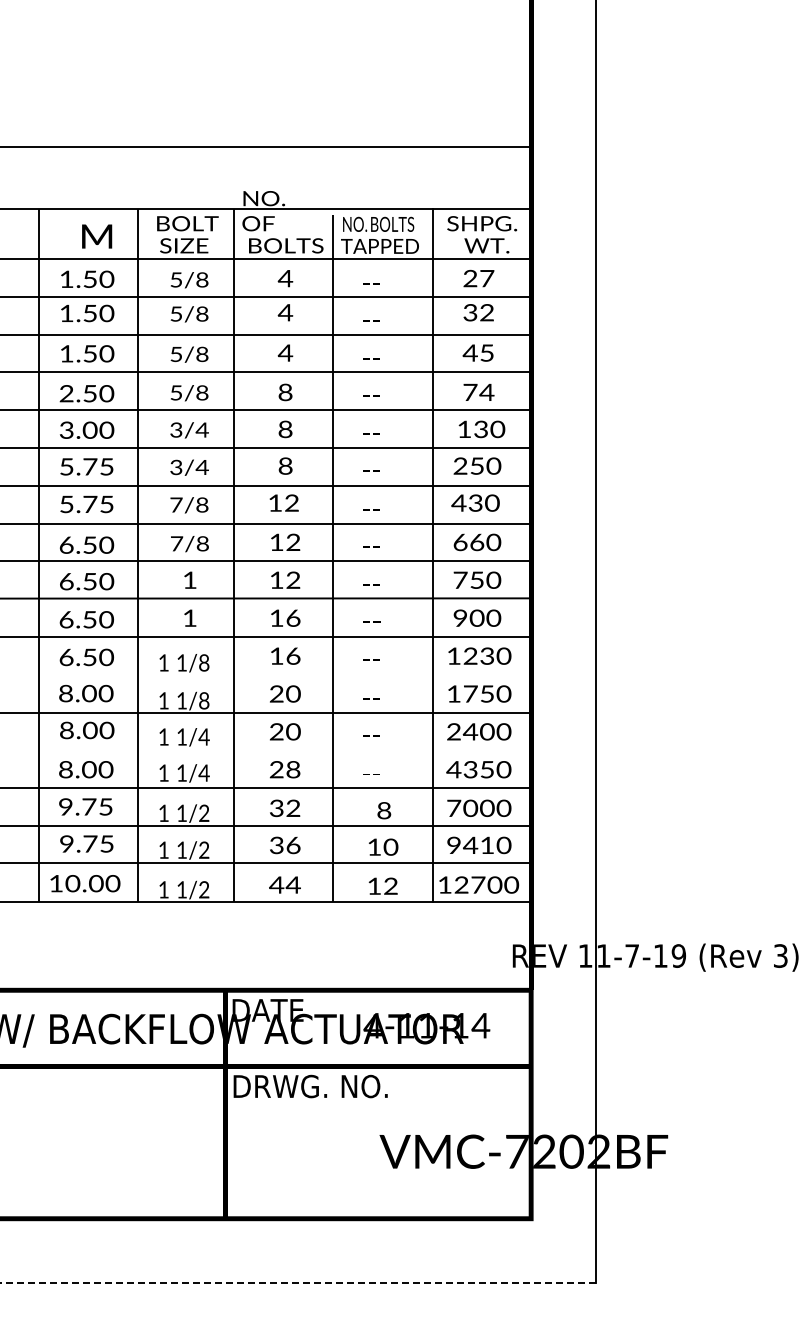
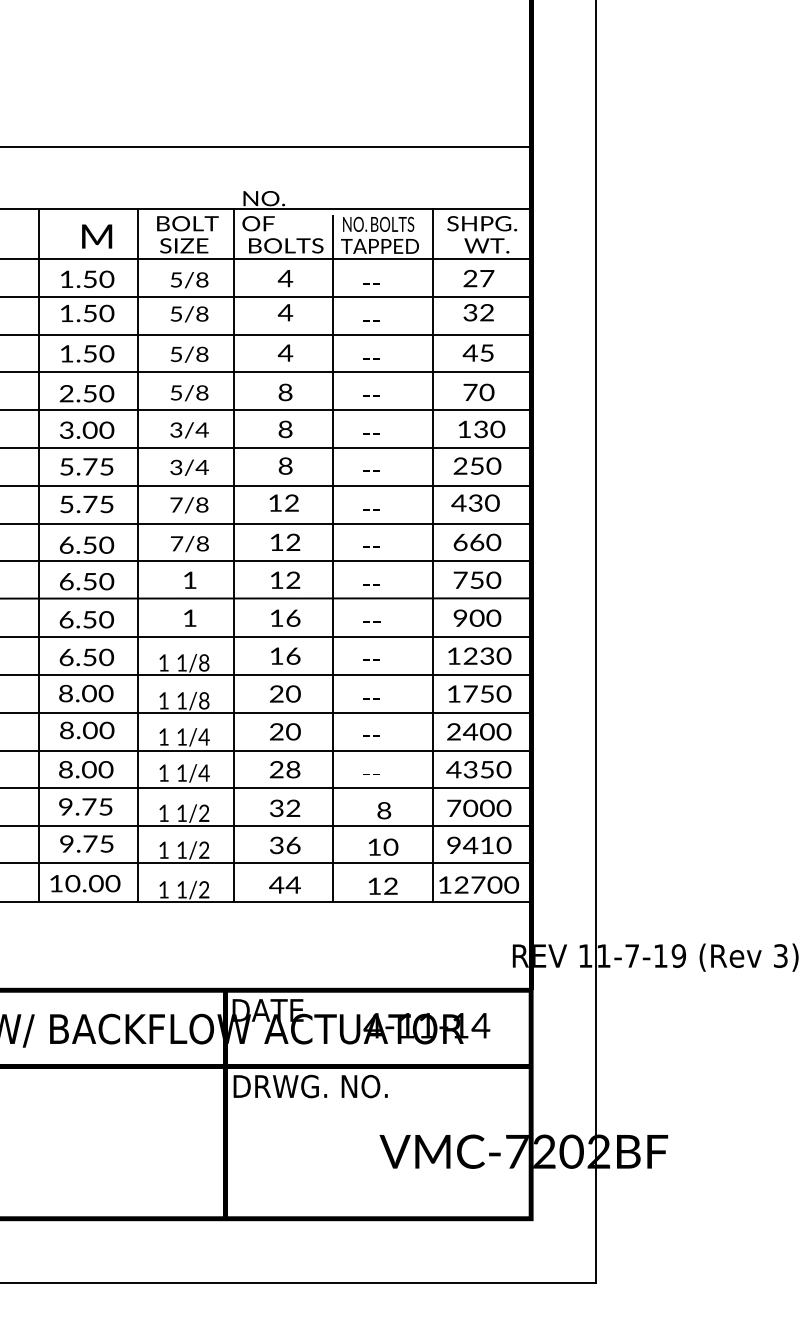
text at (486, 392): 74 -> 70
line at (266, 674): none -> present
line at (266, 750): none -> present
line at (297, 1283): dashed -> solid
